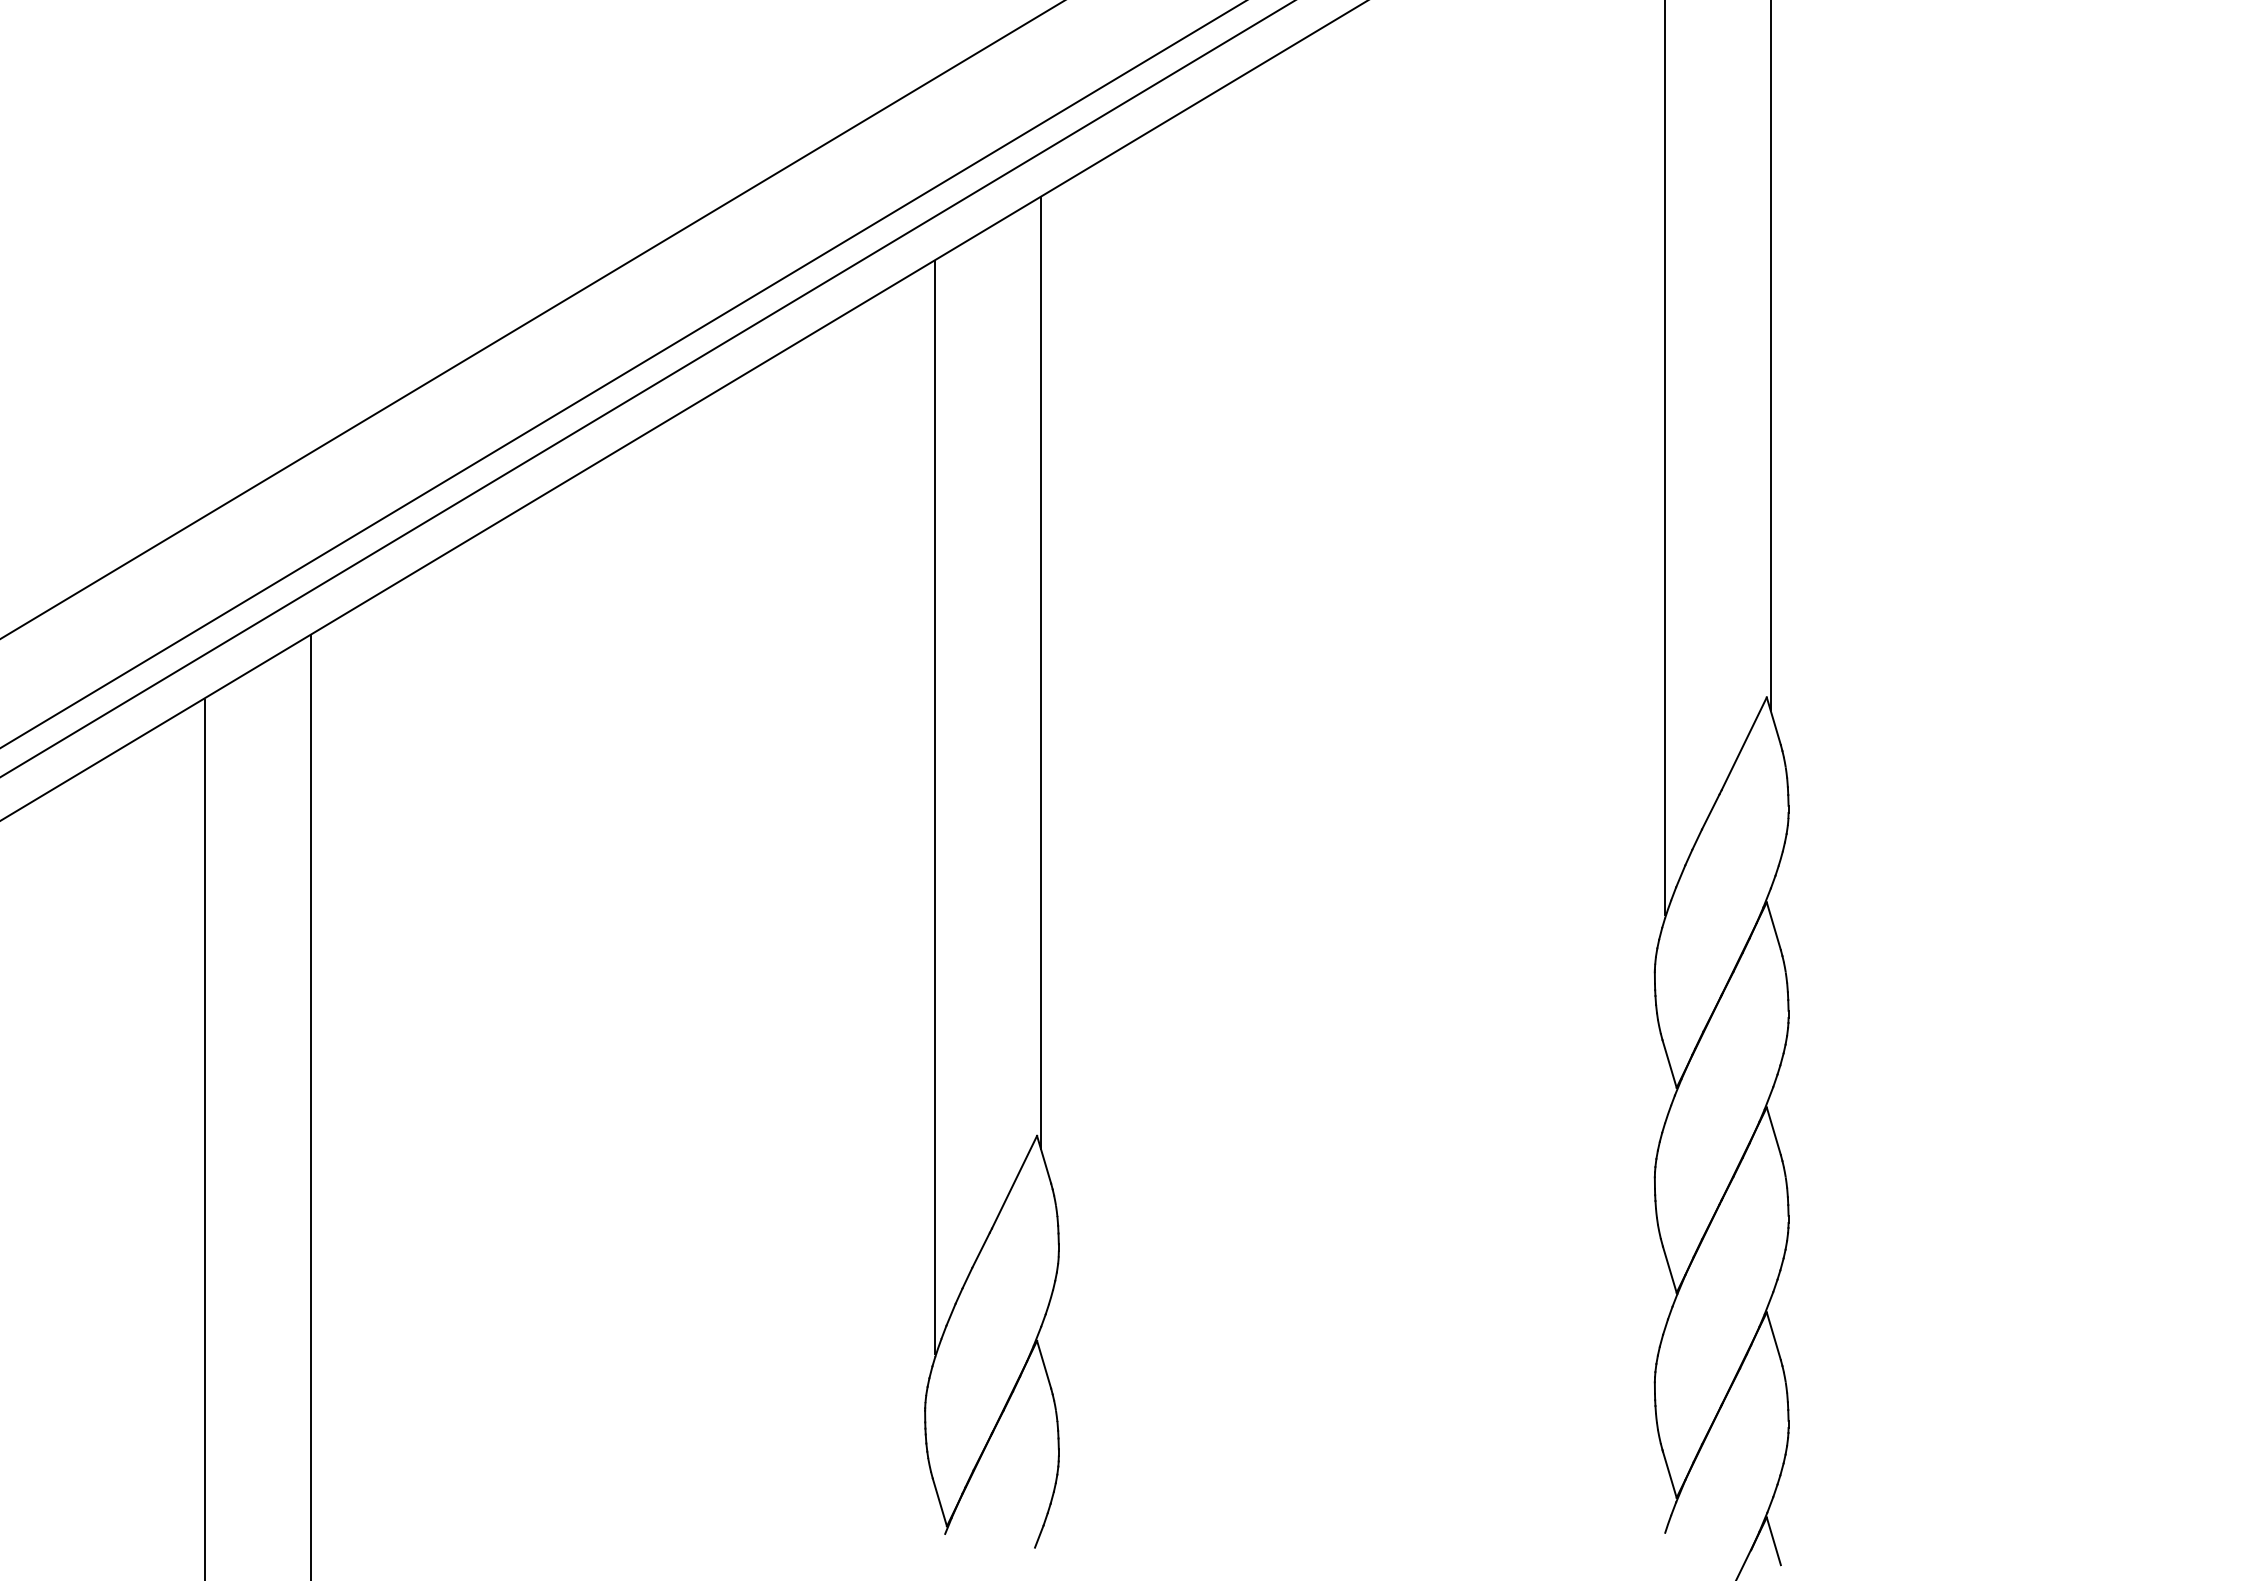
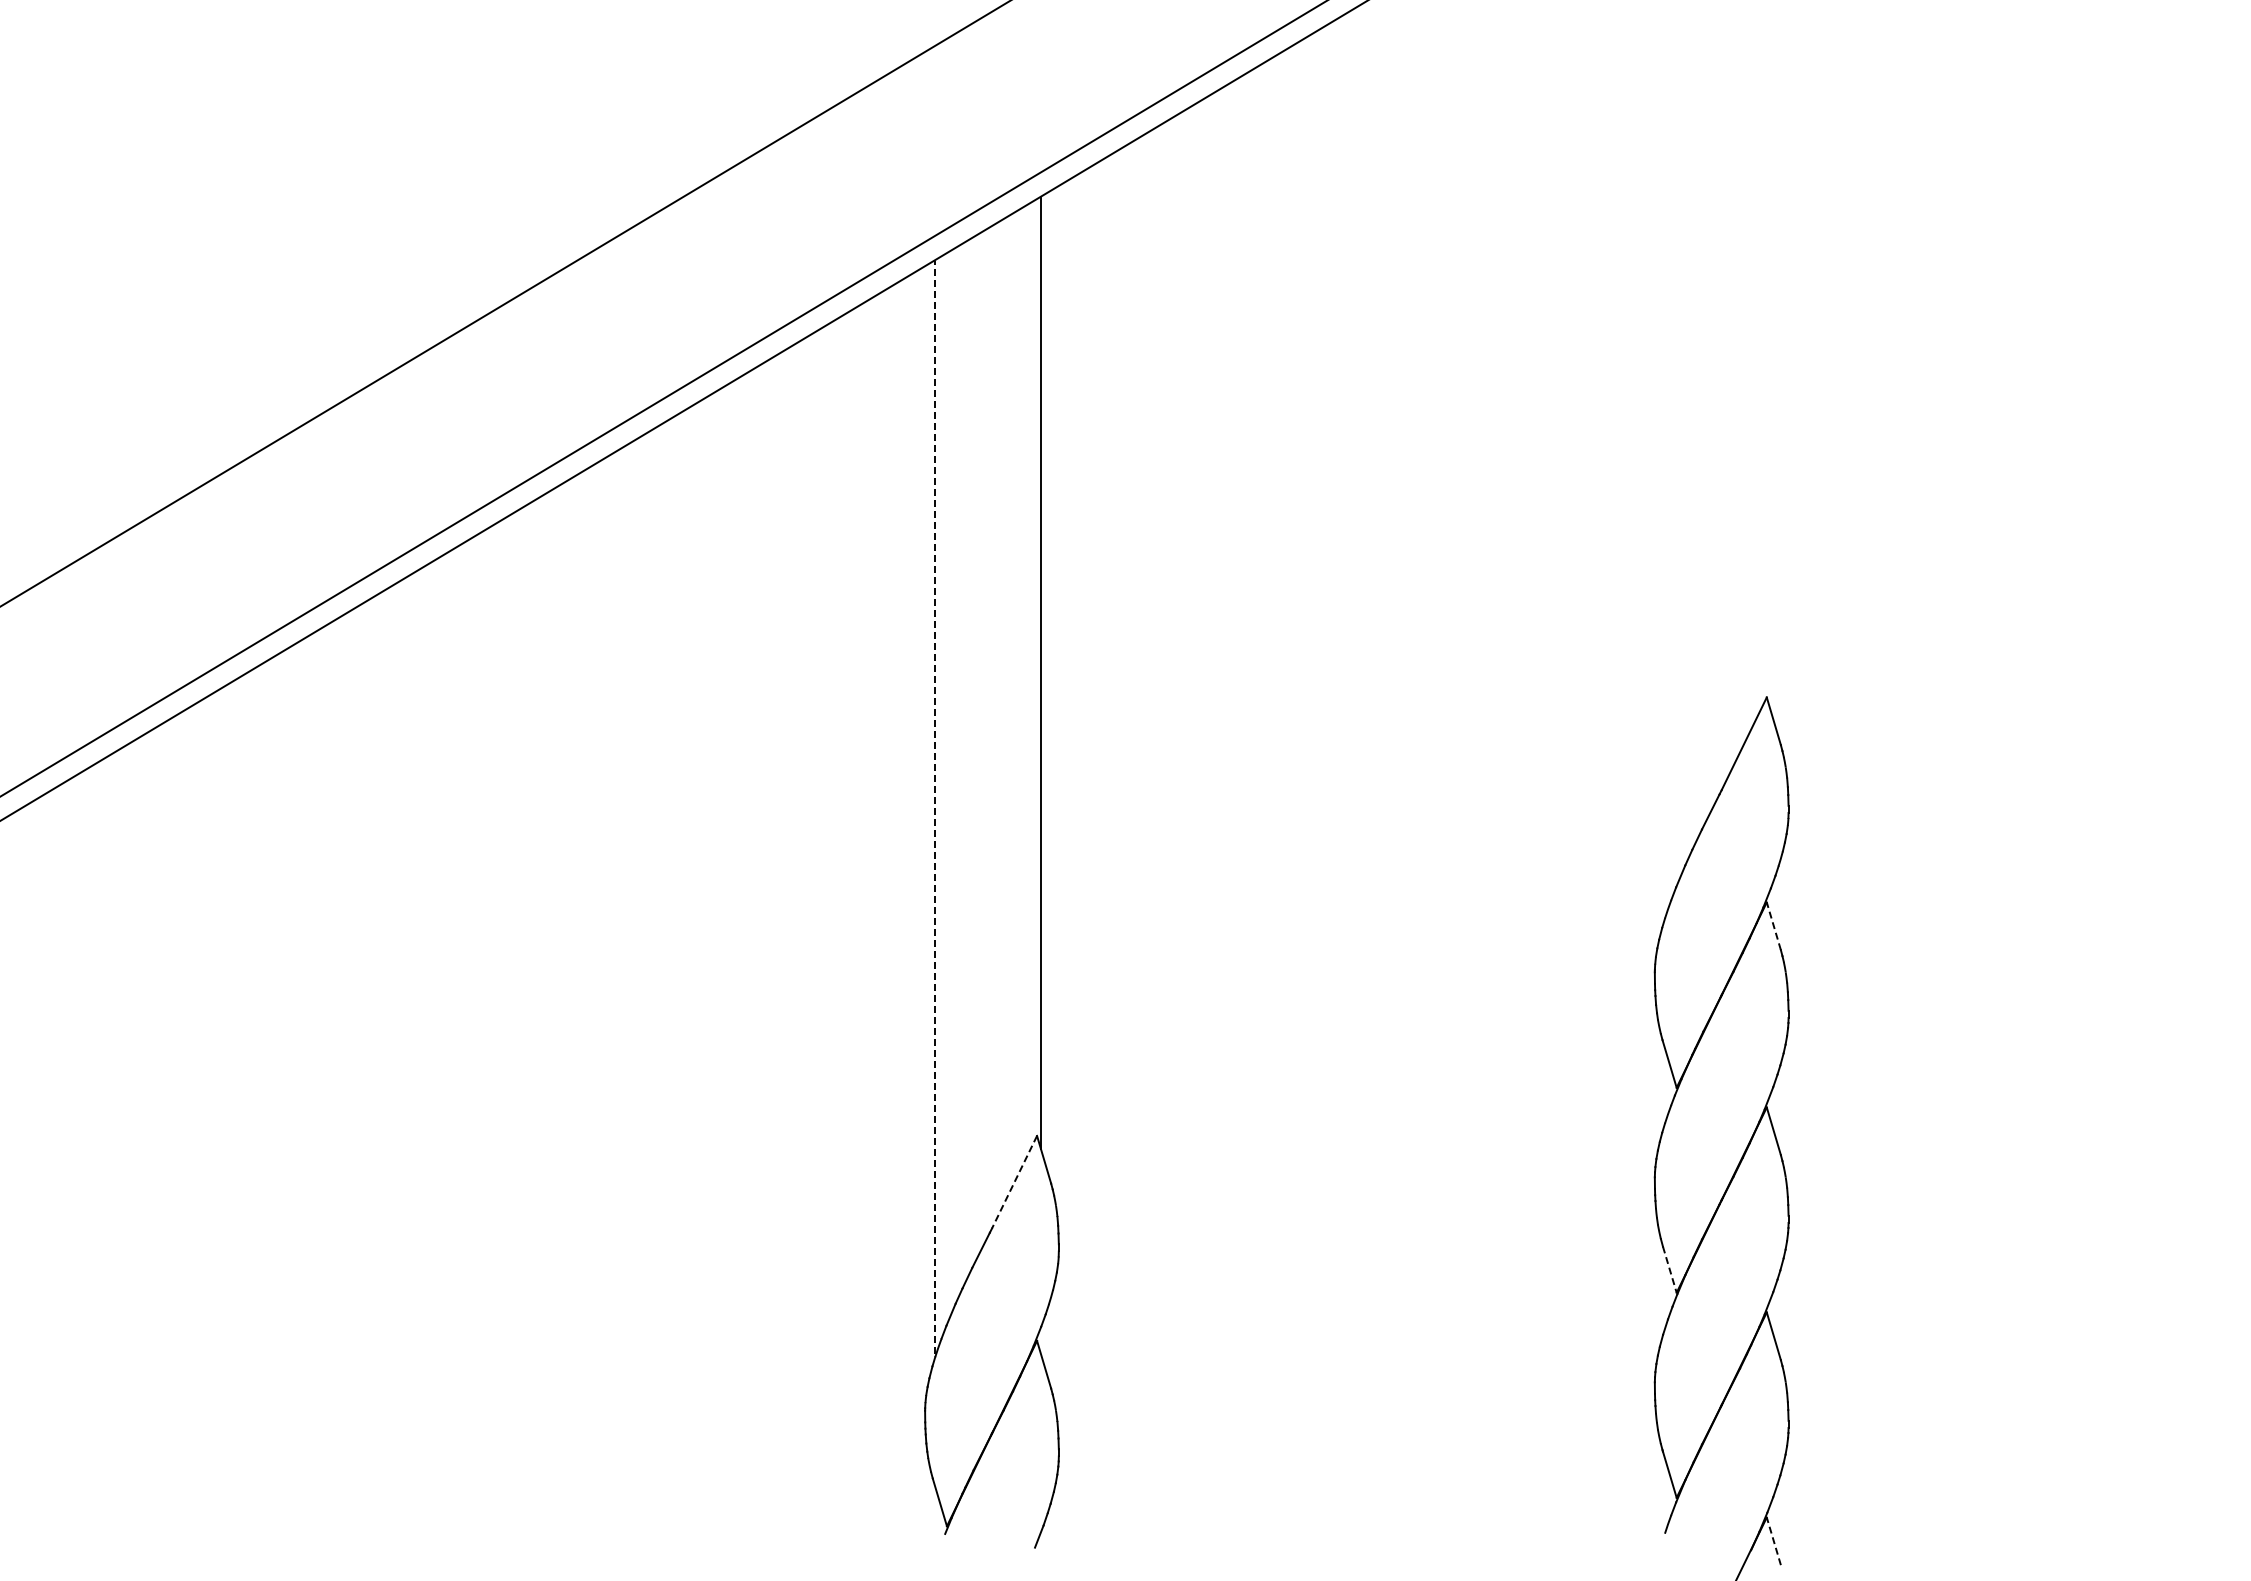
line at (532, 320) position: (532, 320) -> (504, 303)
line at (1770, 356): present -> none
line at (622, 374): present -> none
line at (647, 388) position: (647, 388) -> (663, 398)
line at (1664, 458): present -> none
line at (934, 807): solid -> dashed
line at (1773, 926): solid -> dashed
line at (311, 1106): present -> none
line at (205, 1138): present -> none
line at (1014, 1182): solid -> dashed
line at (1669, 1270): solid -> dashed
line at (1773, 1541): solid -> dashed
